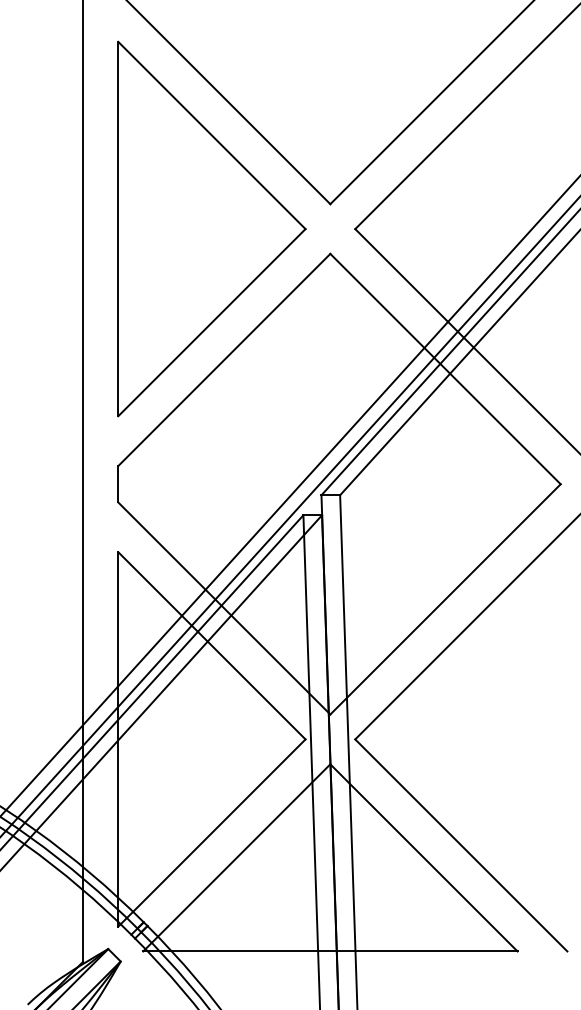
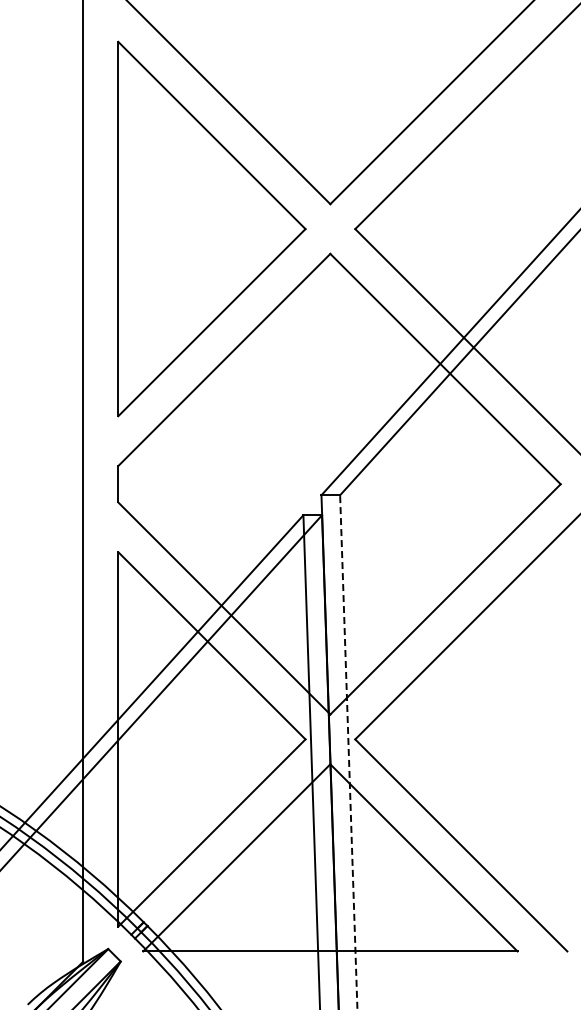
line at (289, 496): present -> none
line at (289, 517): present -> none
line at (348, 752): solid -> dashed
